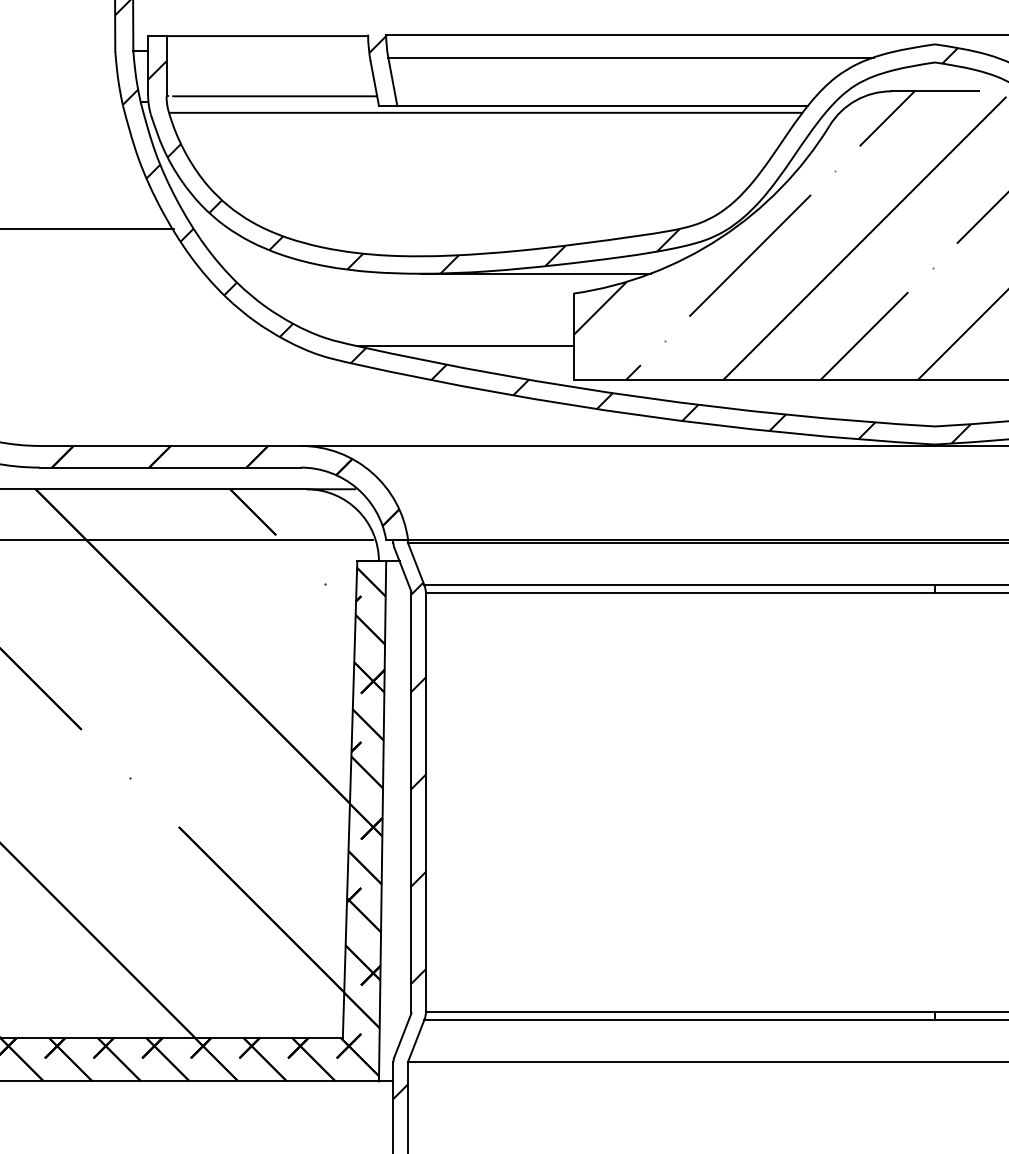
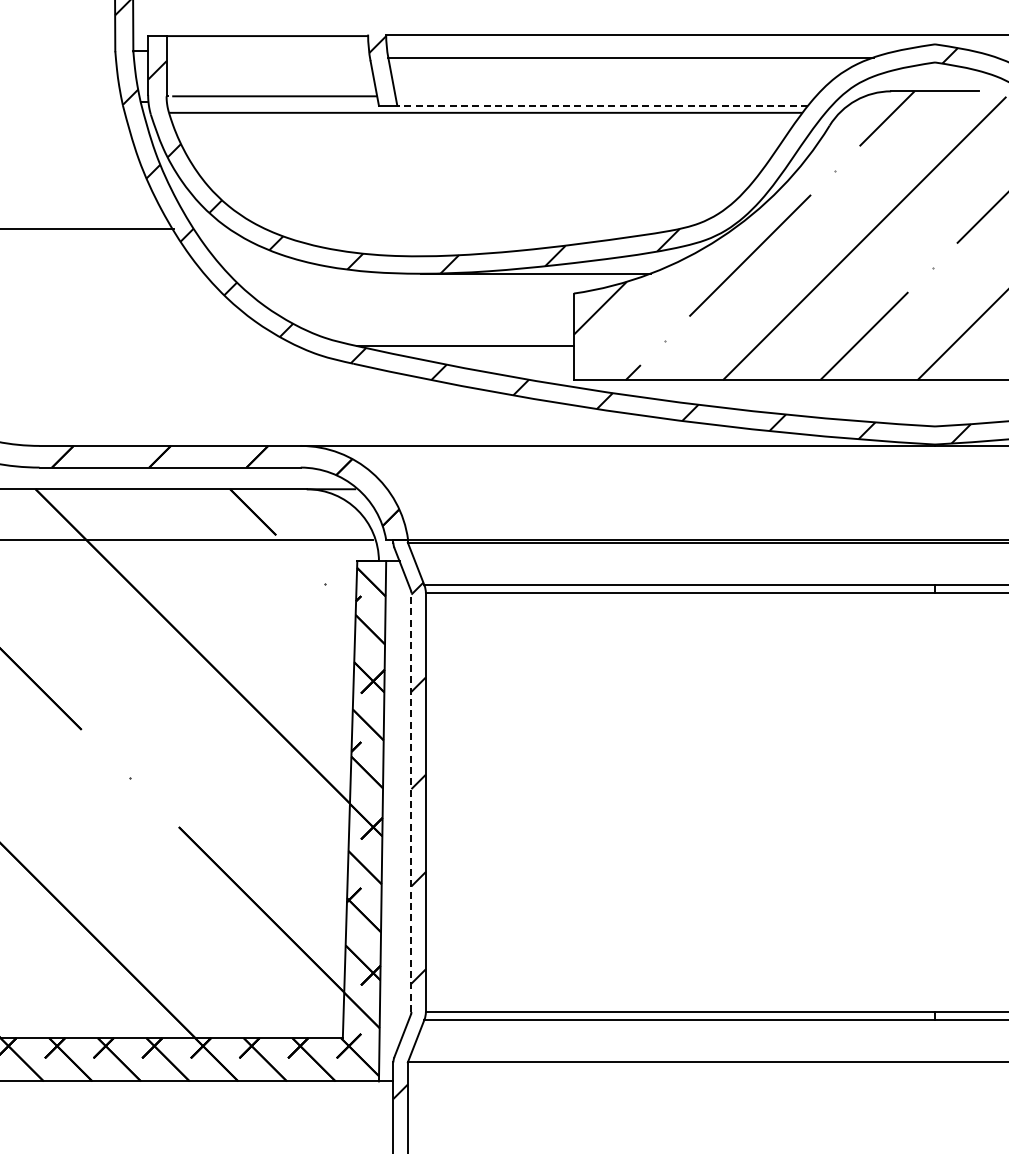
line at (602, 105): solid -> dashed
line at (411, 802): solid -> dashed
